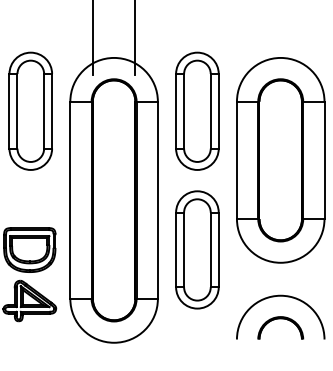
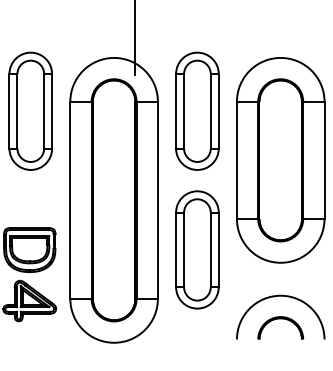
line at (92, 38): present -> none
